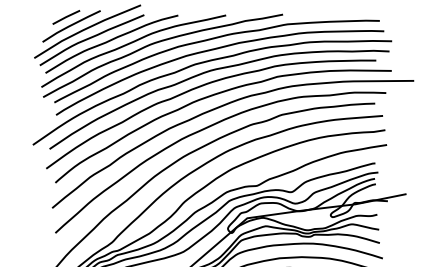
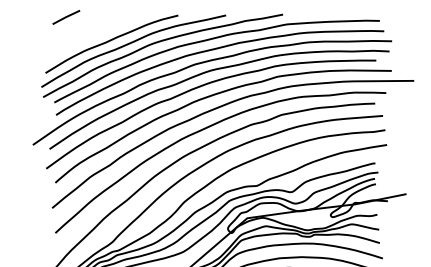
part at (89, 35): present -> none
